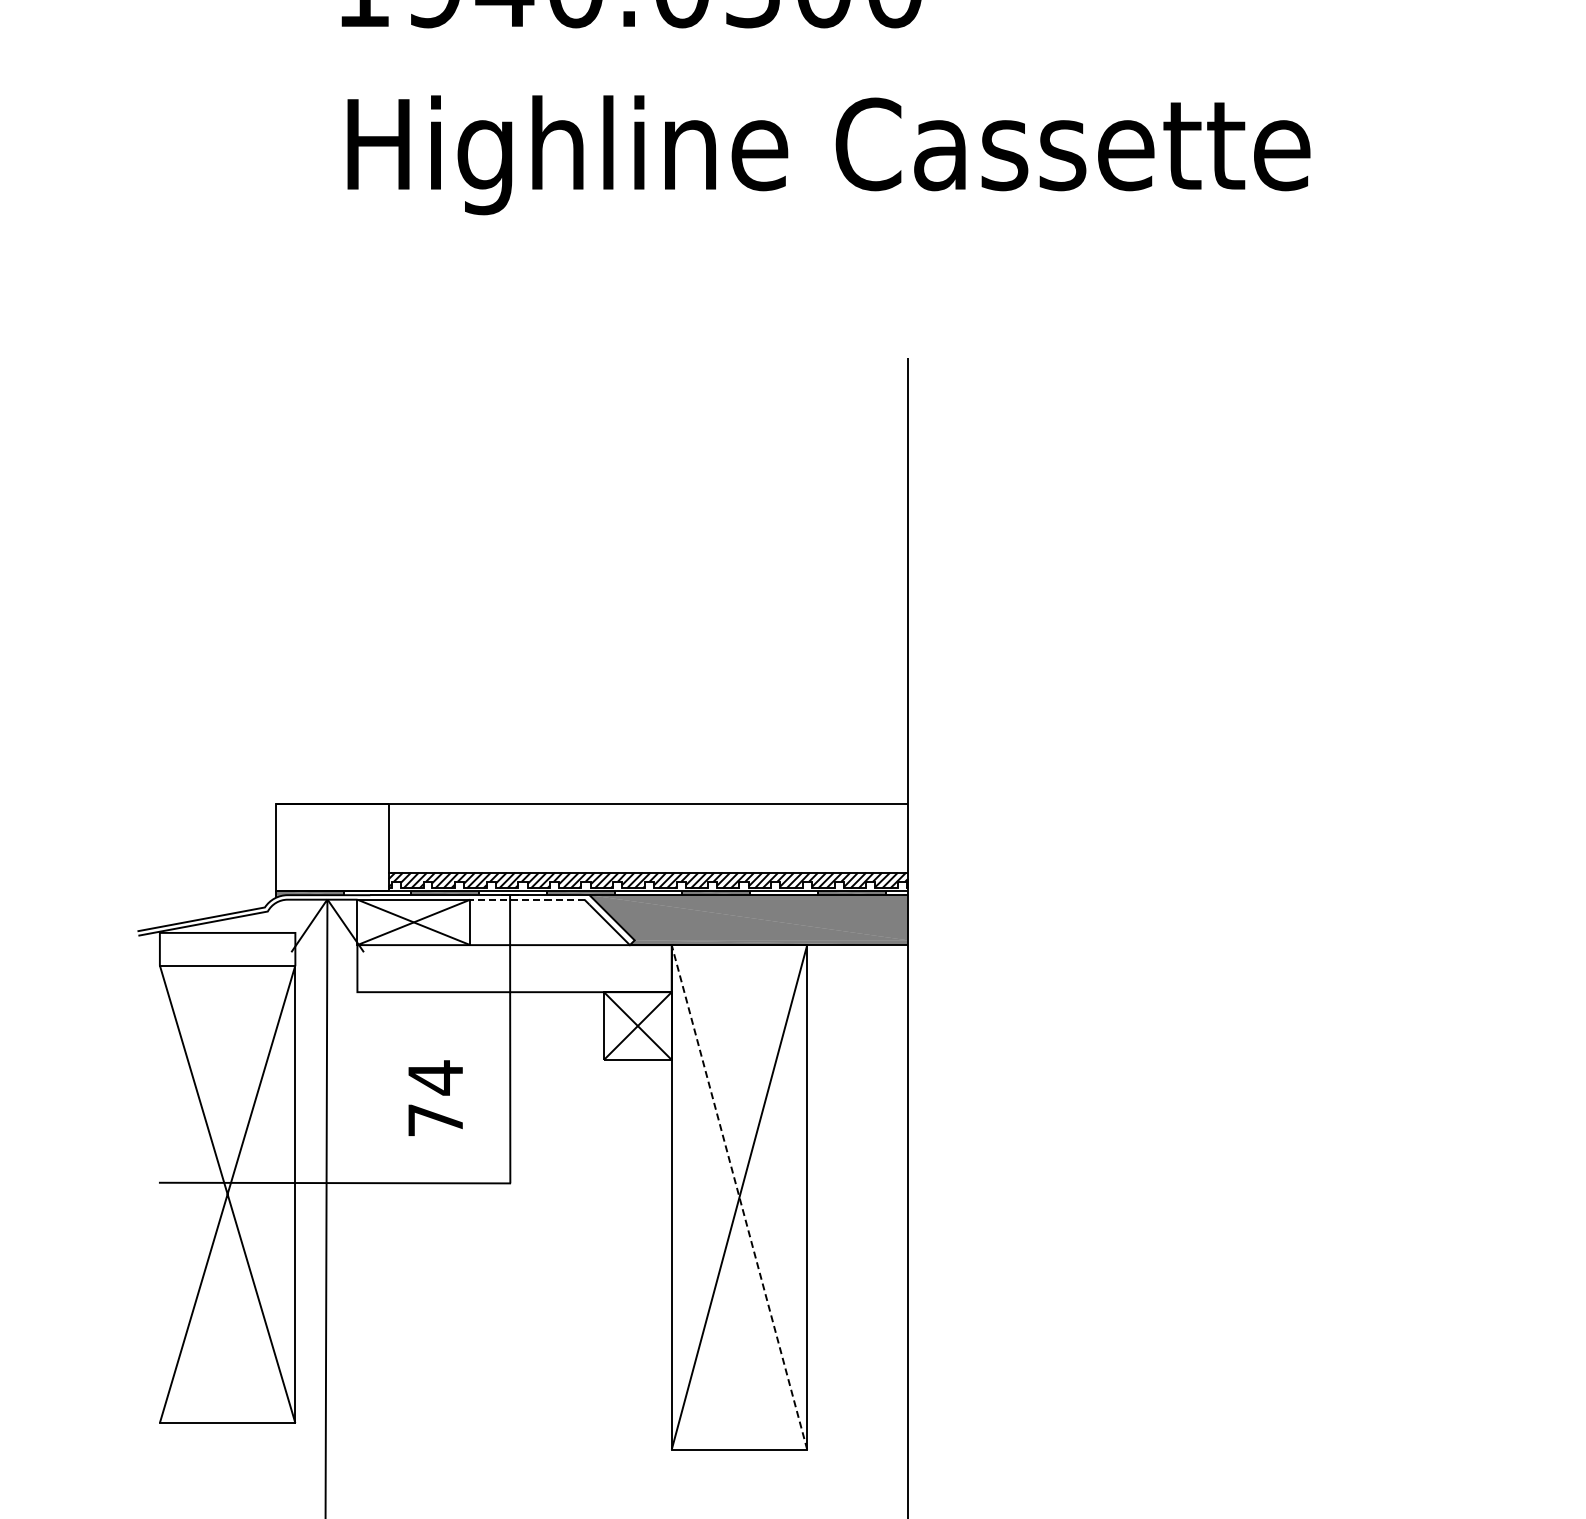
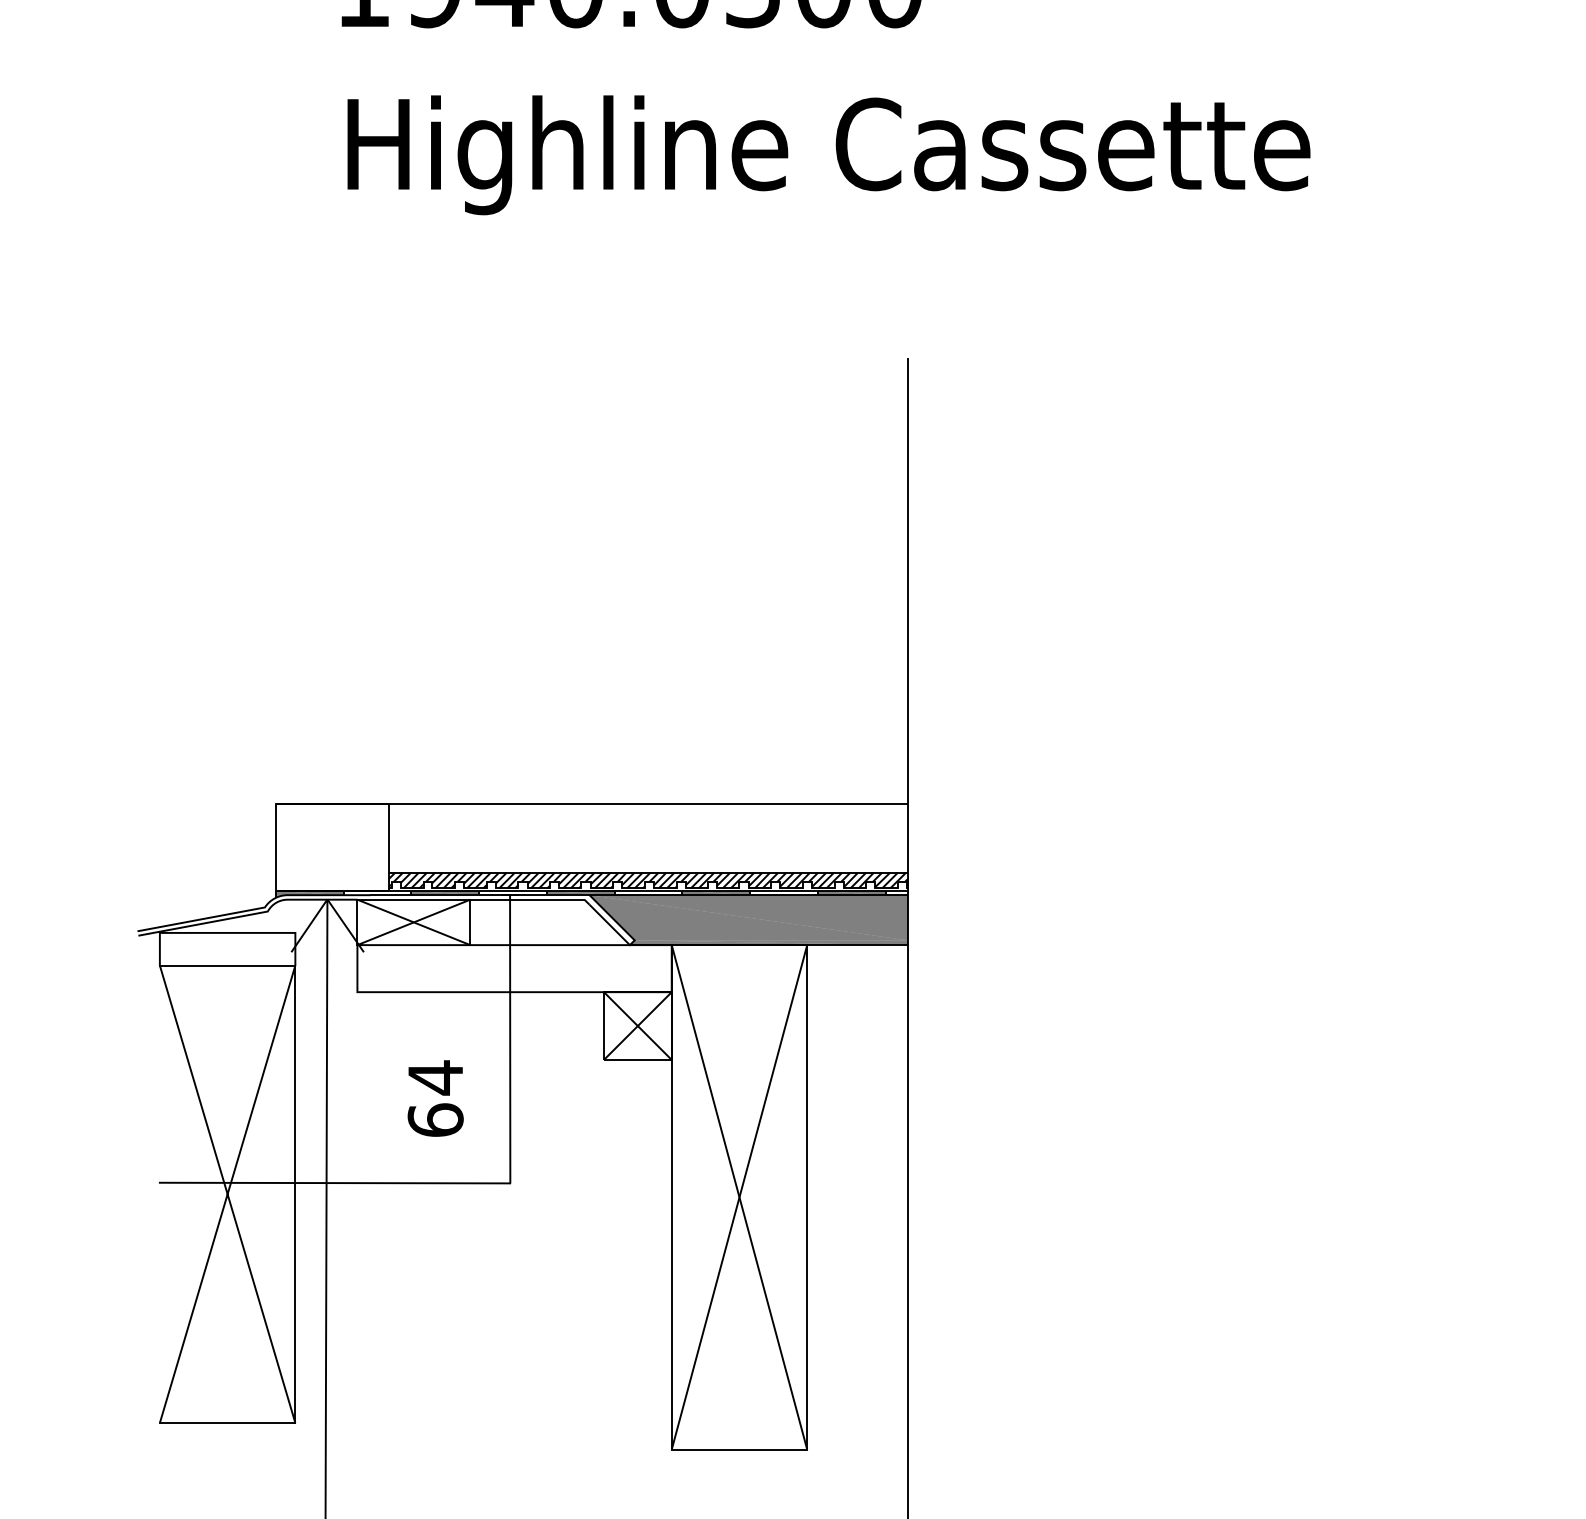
line at (526, 899): dashed -> solid
text at (435, 1119): 74 -> 64
line at (739, 1196): dashed -> solid
